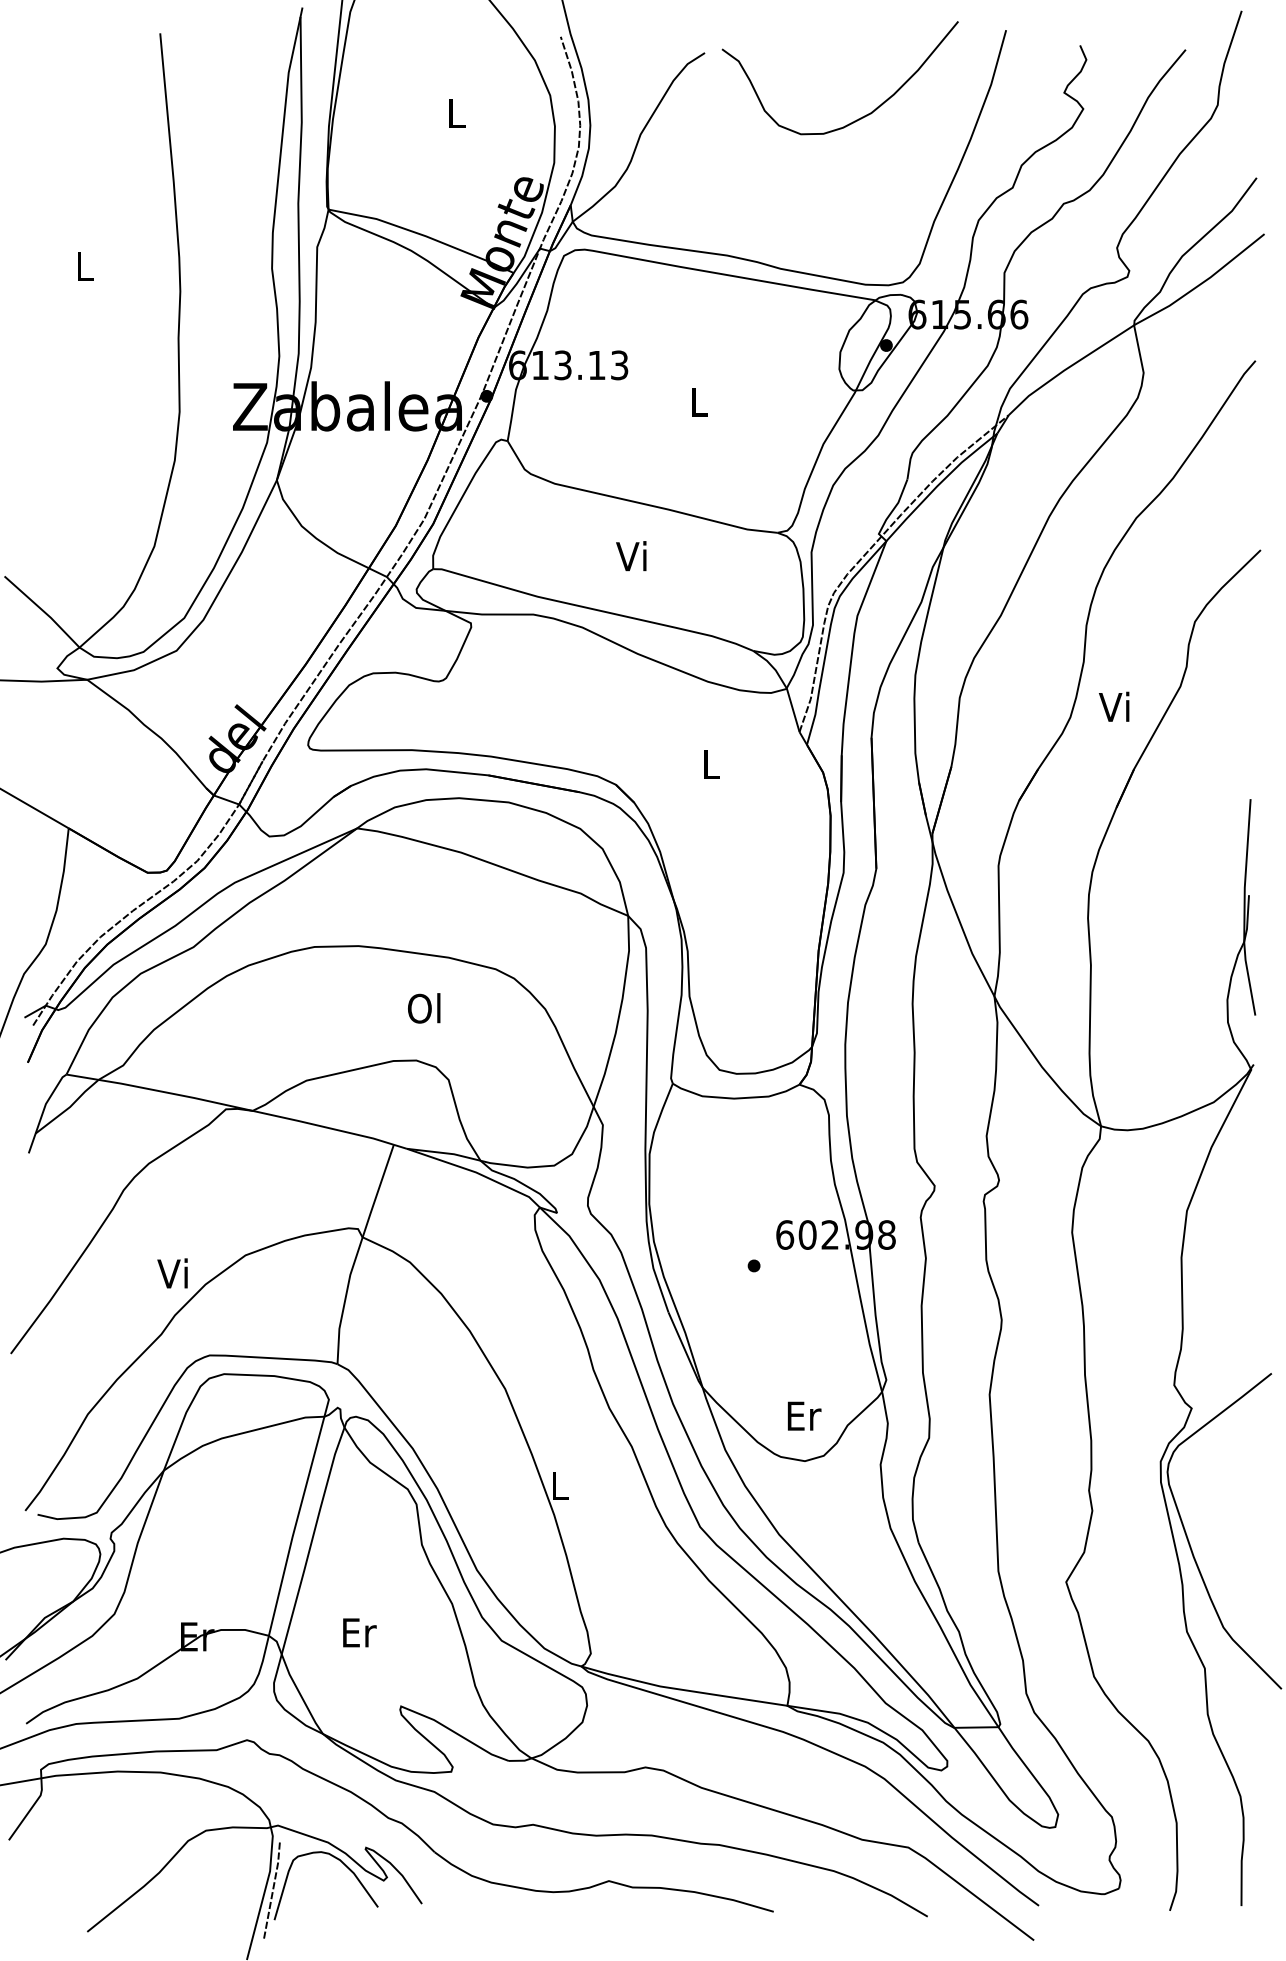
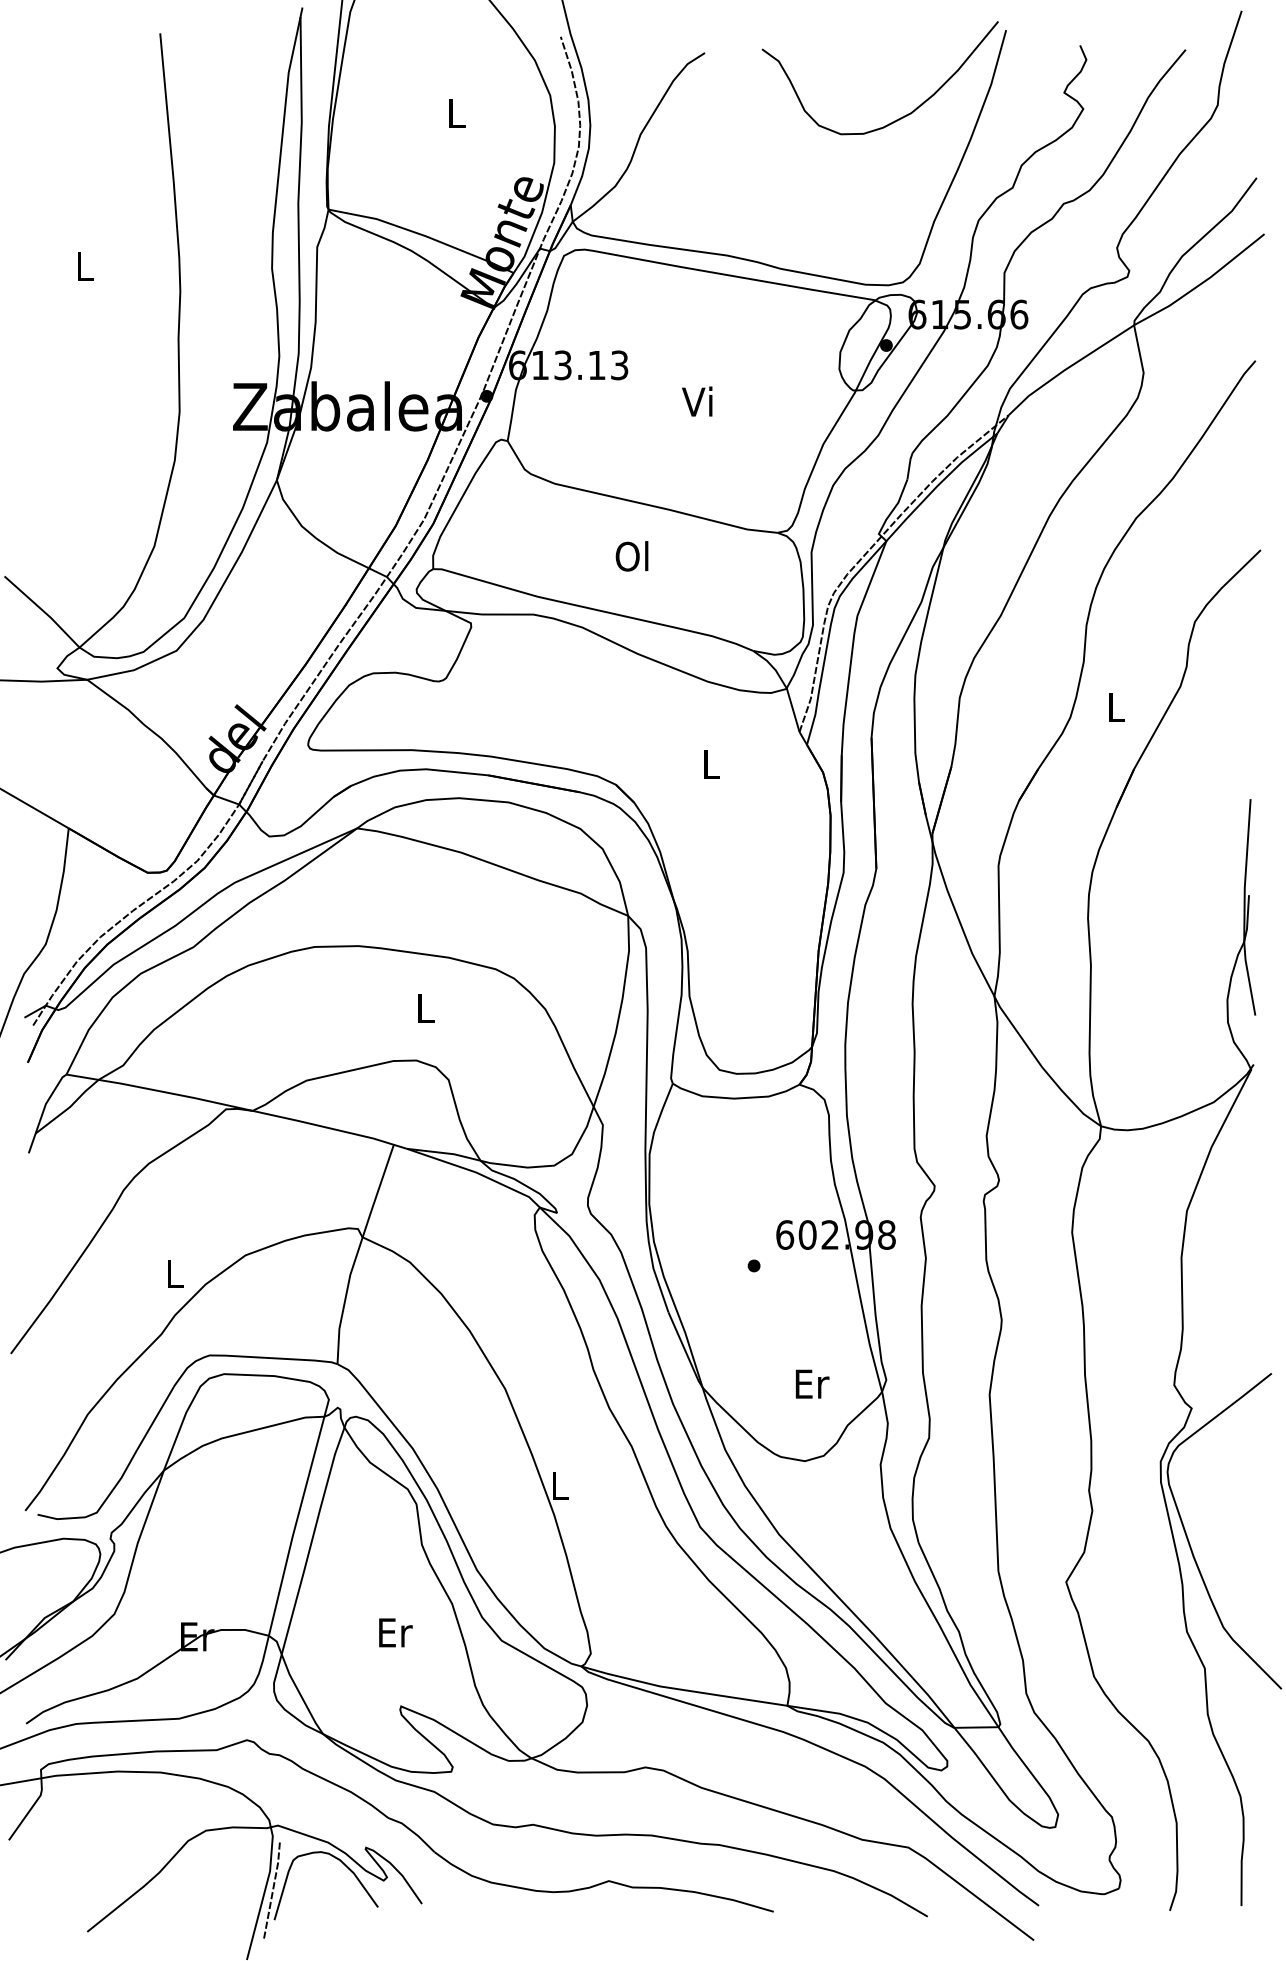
curve at (858, 118) position: (858, 118) -> (898, 118)
text at (697, 401): L -> Vi
text at (631, 556): Vi -> Ol
text at (1113, 706): Vi -> L
text at (424, 1008): Ol -> L
text at (172, 1273): Vi -> L
text at (804, 1415) position: (804, 1415) -> (812, 1383)
text at (359, 1632) position: (359, 1632) -> (395, 1632)
